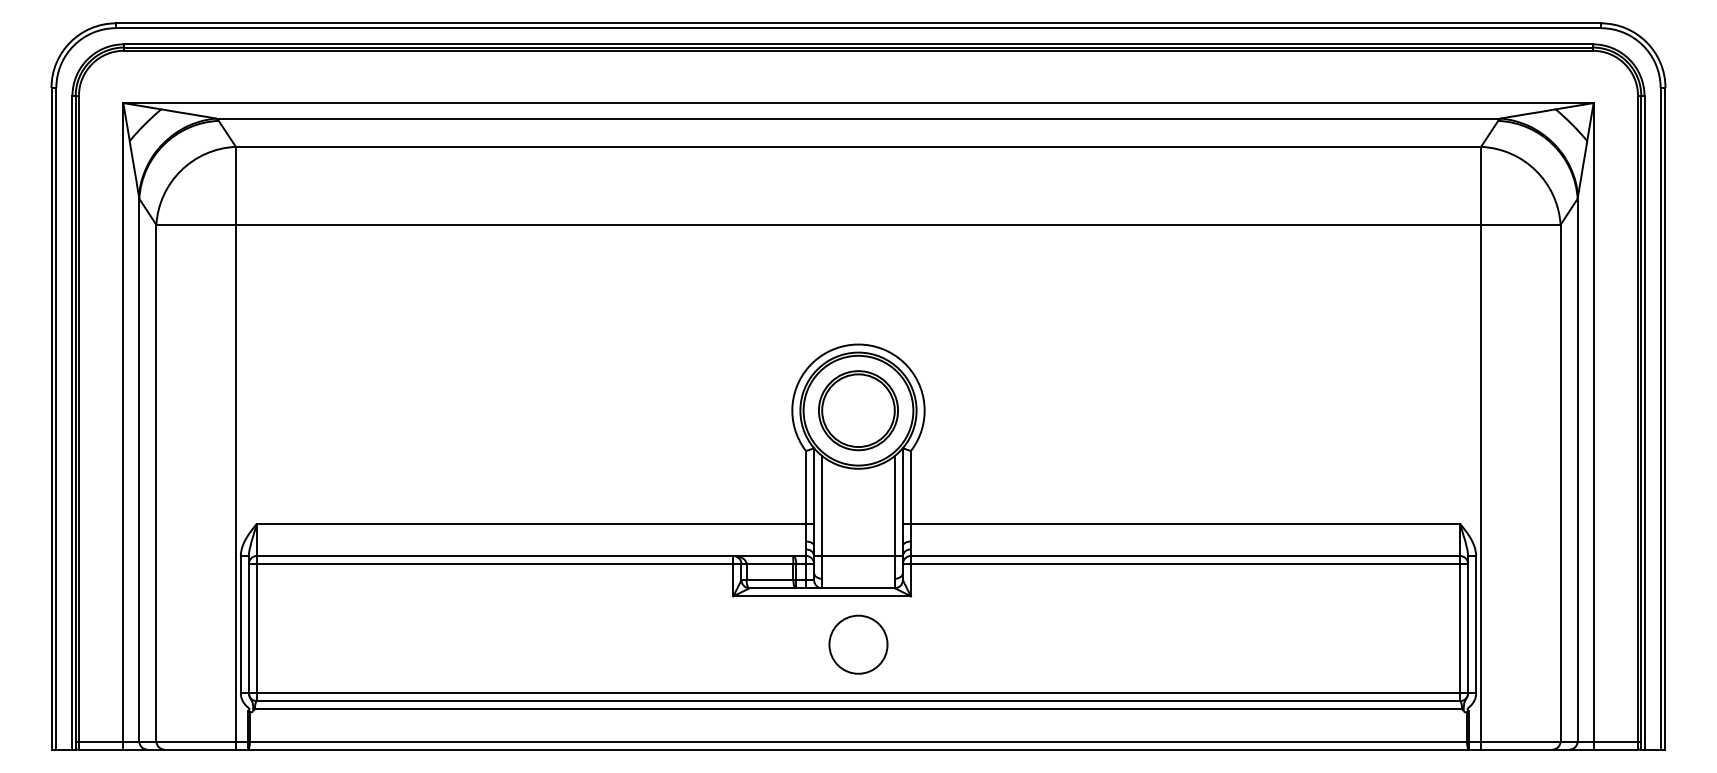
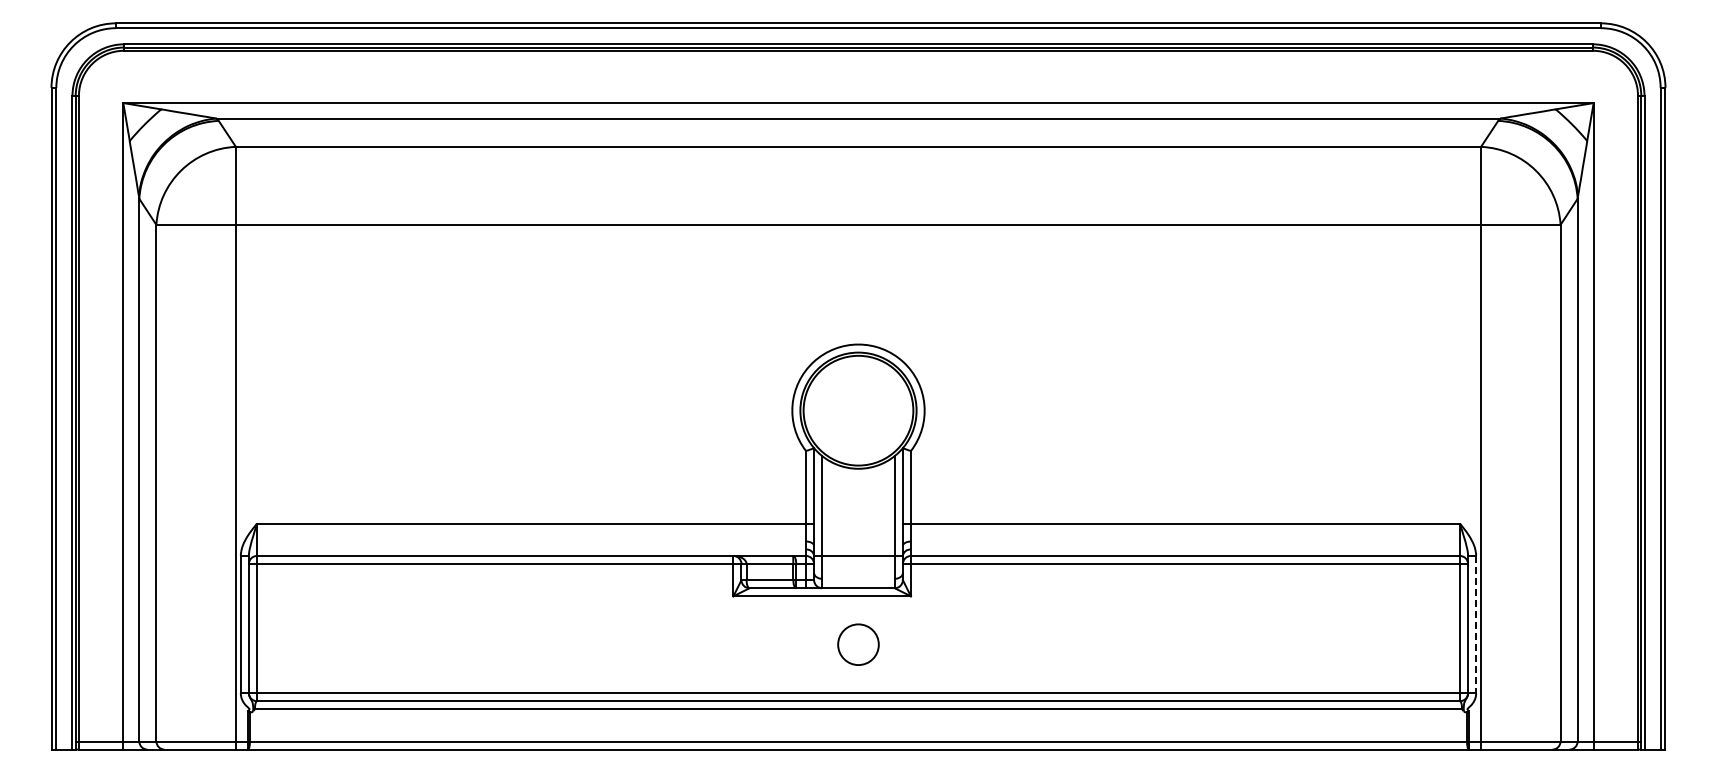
part at (858, 410): present -> none
line at (1476, 624): solid -> dashed
circle at (858, 644) diameter: 58 px -> 41 px
